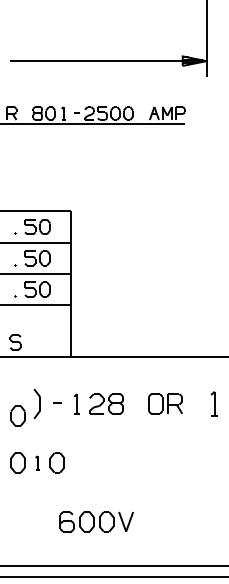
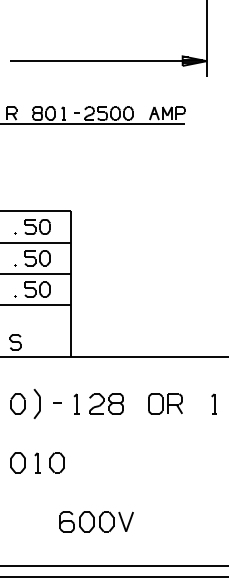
part at (213, 403) size: 8x26 px -> 6x22 px
part at (17, 415) position: (17, 415) -> (17, 403)
part at (37, 462) size: 5x16 px -> 7x22 px
